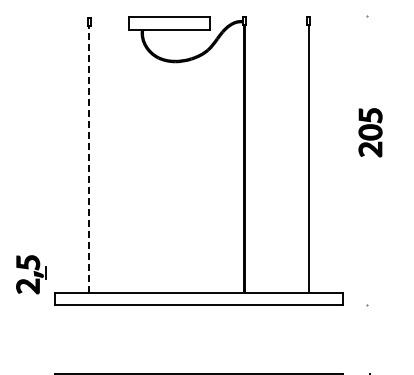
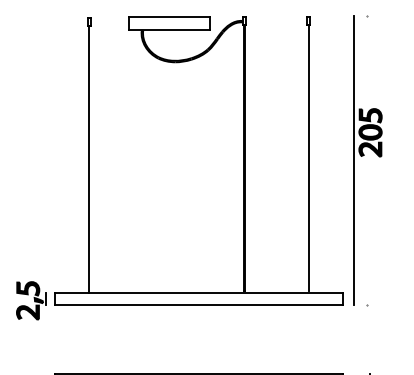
line at (89, 158): dashed -> solid
line at (353, 160): none -> present
part at (31, 274) position: (31, 274) -> (31, 300)
